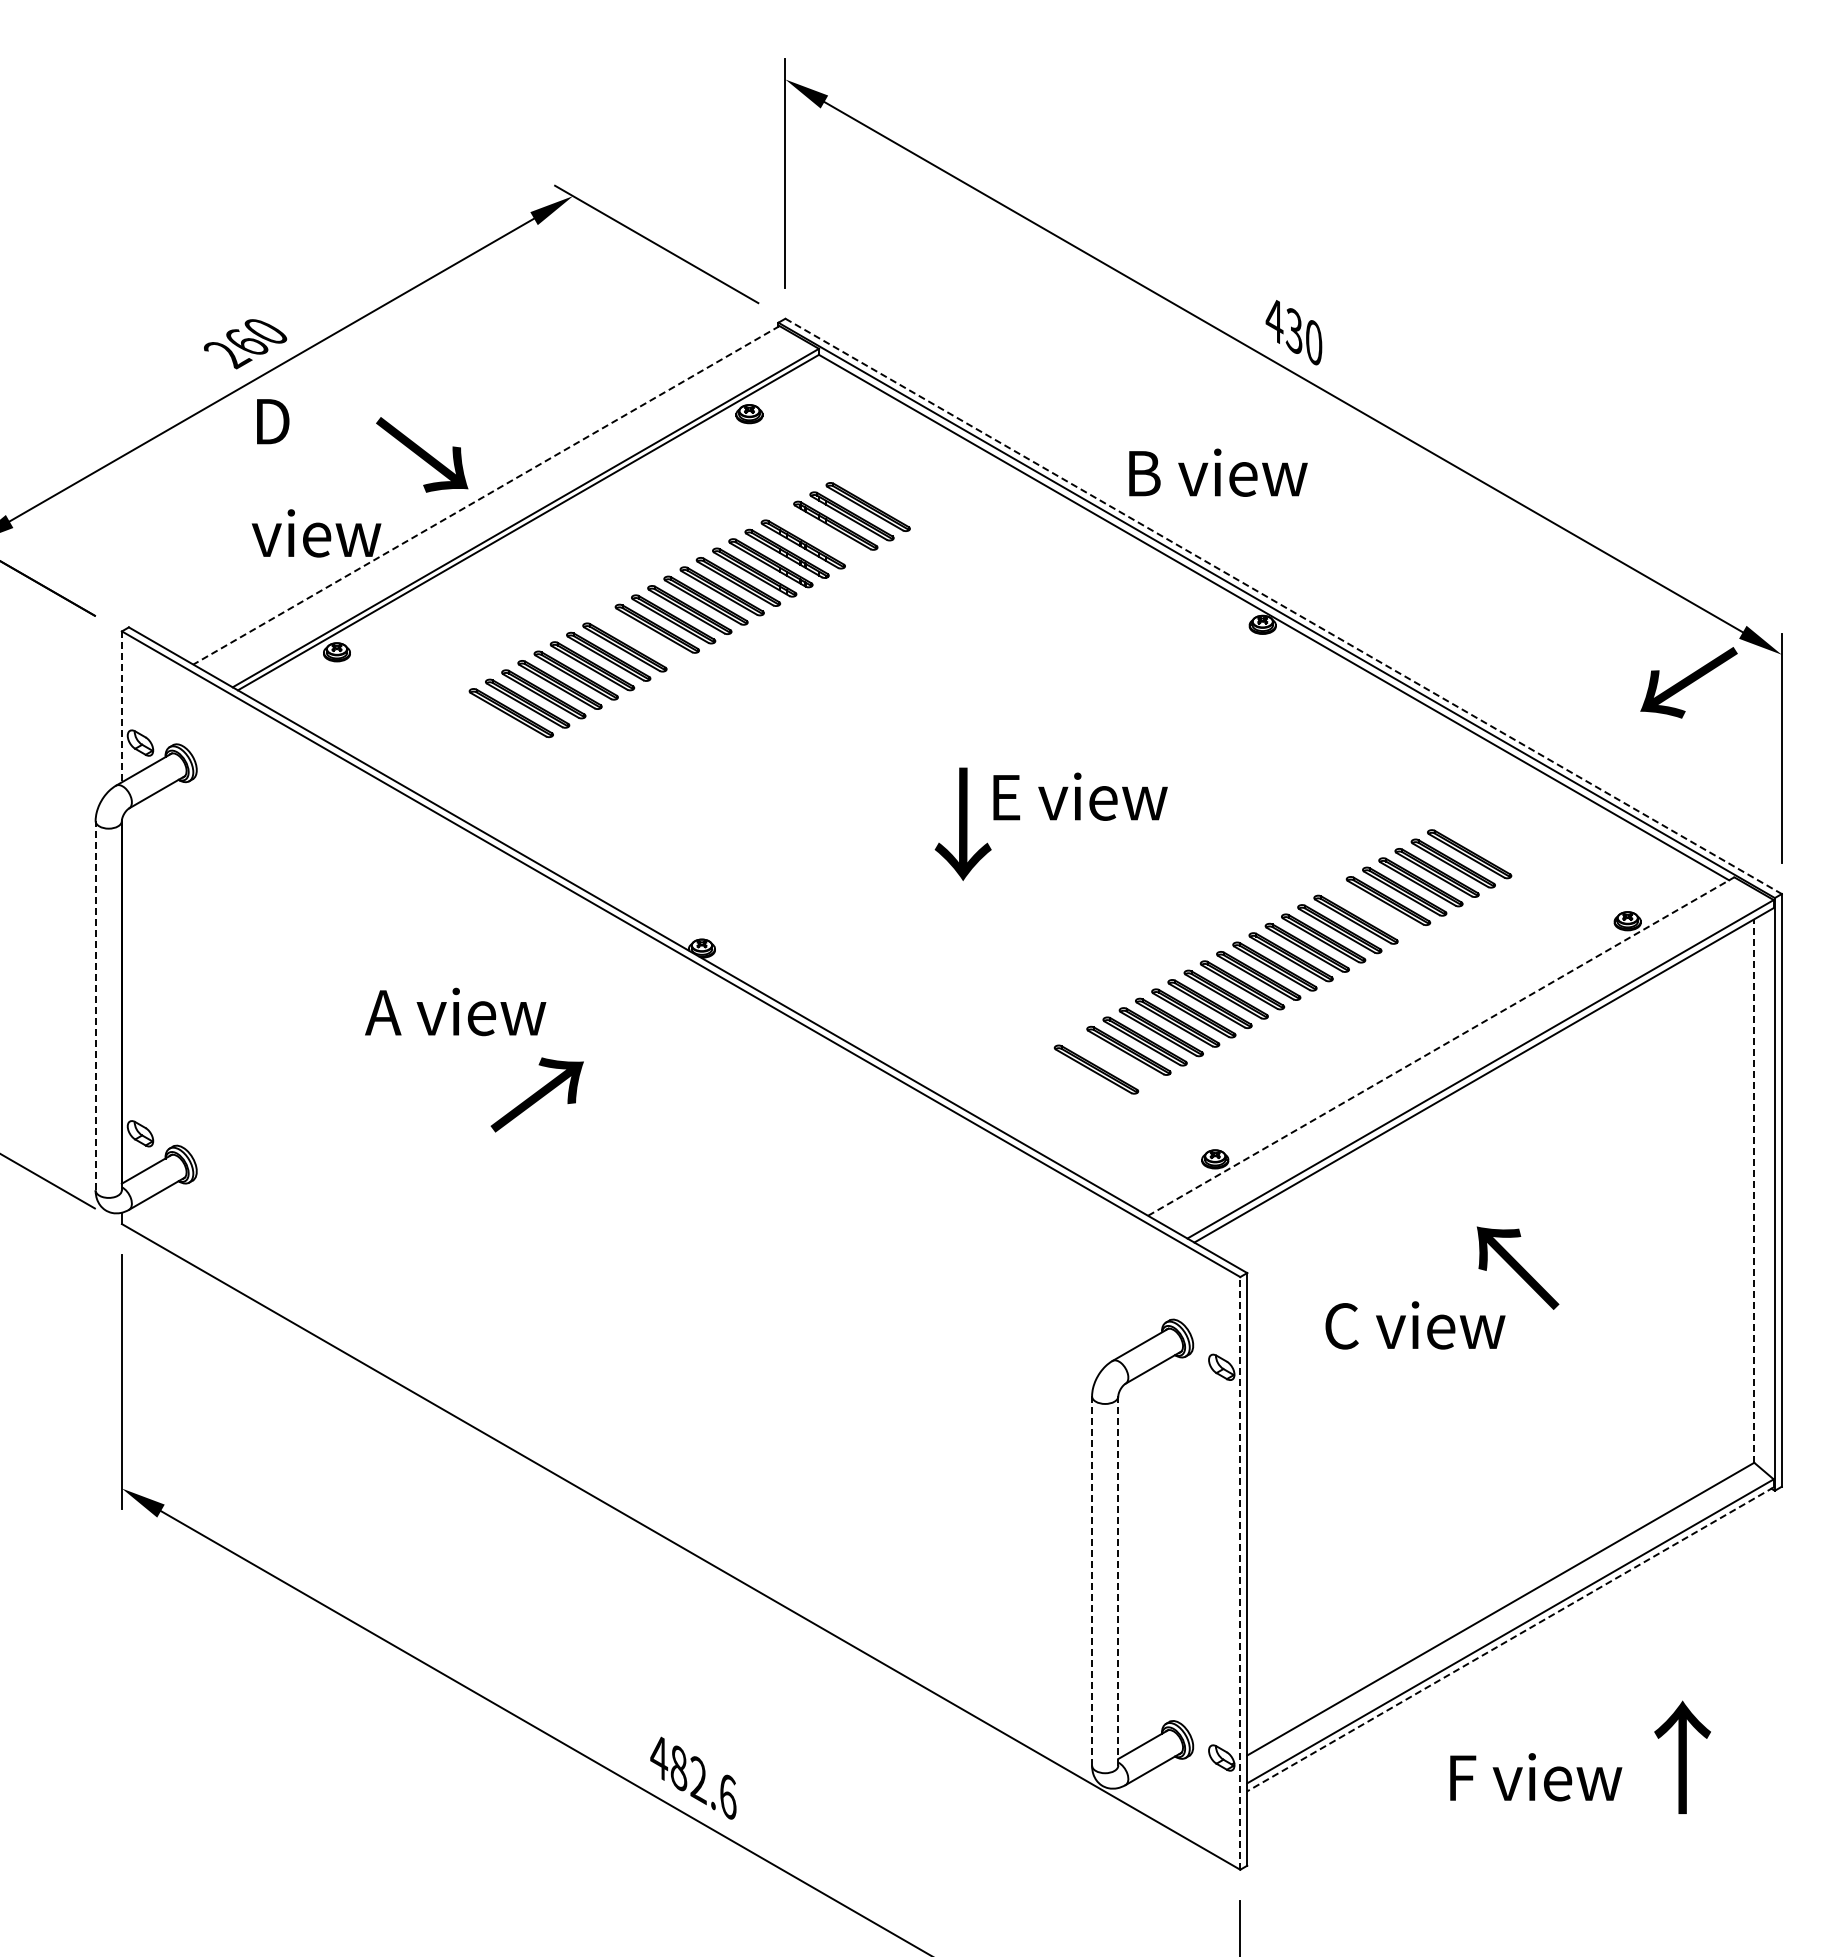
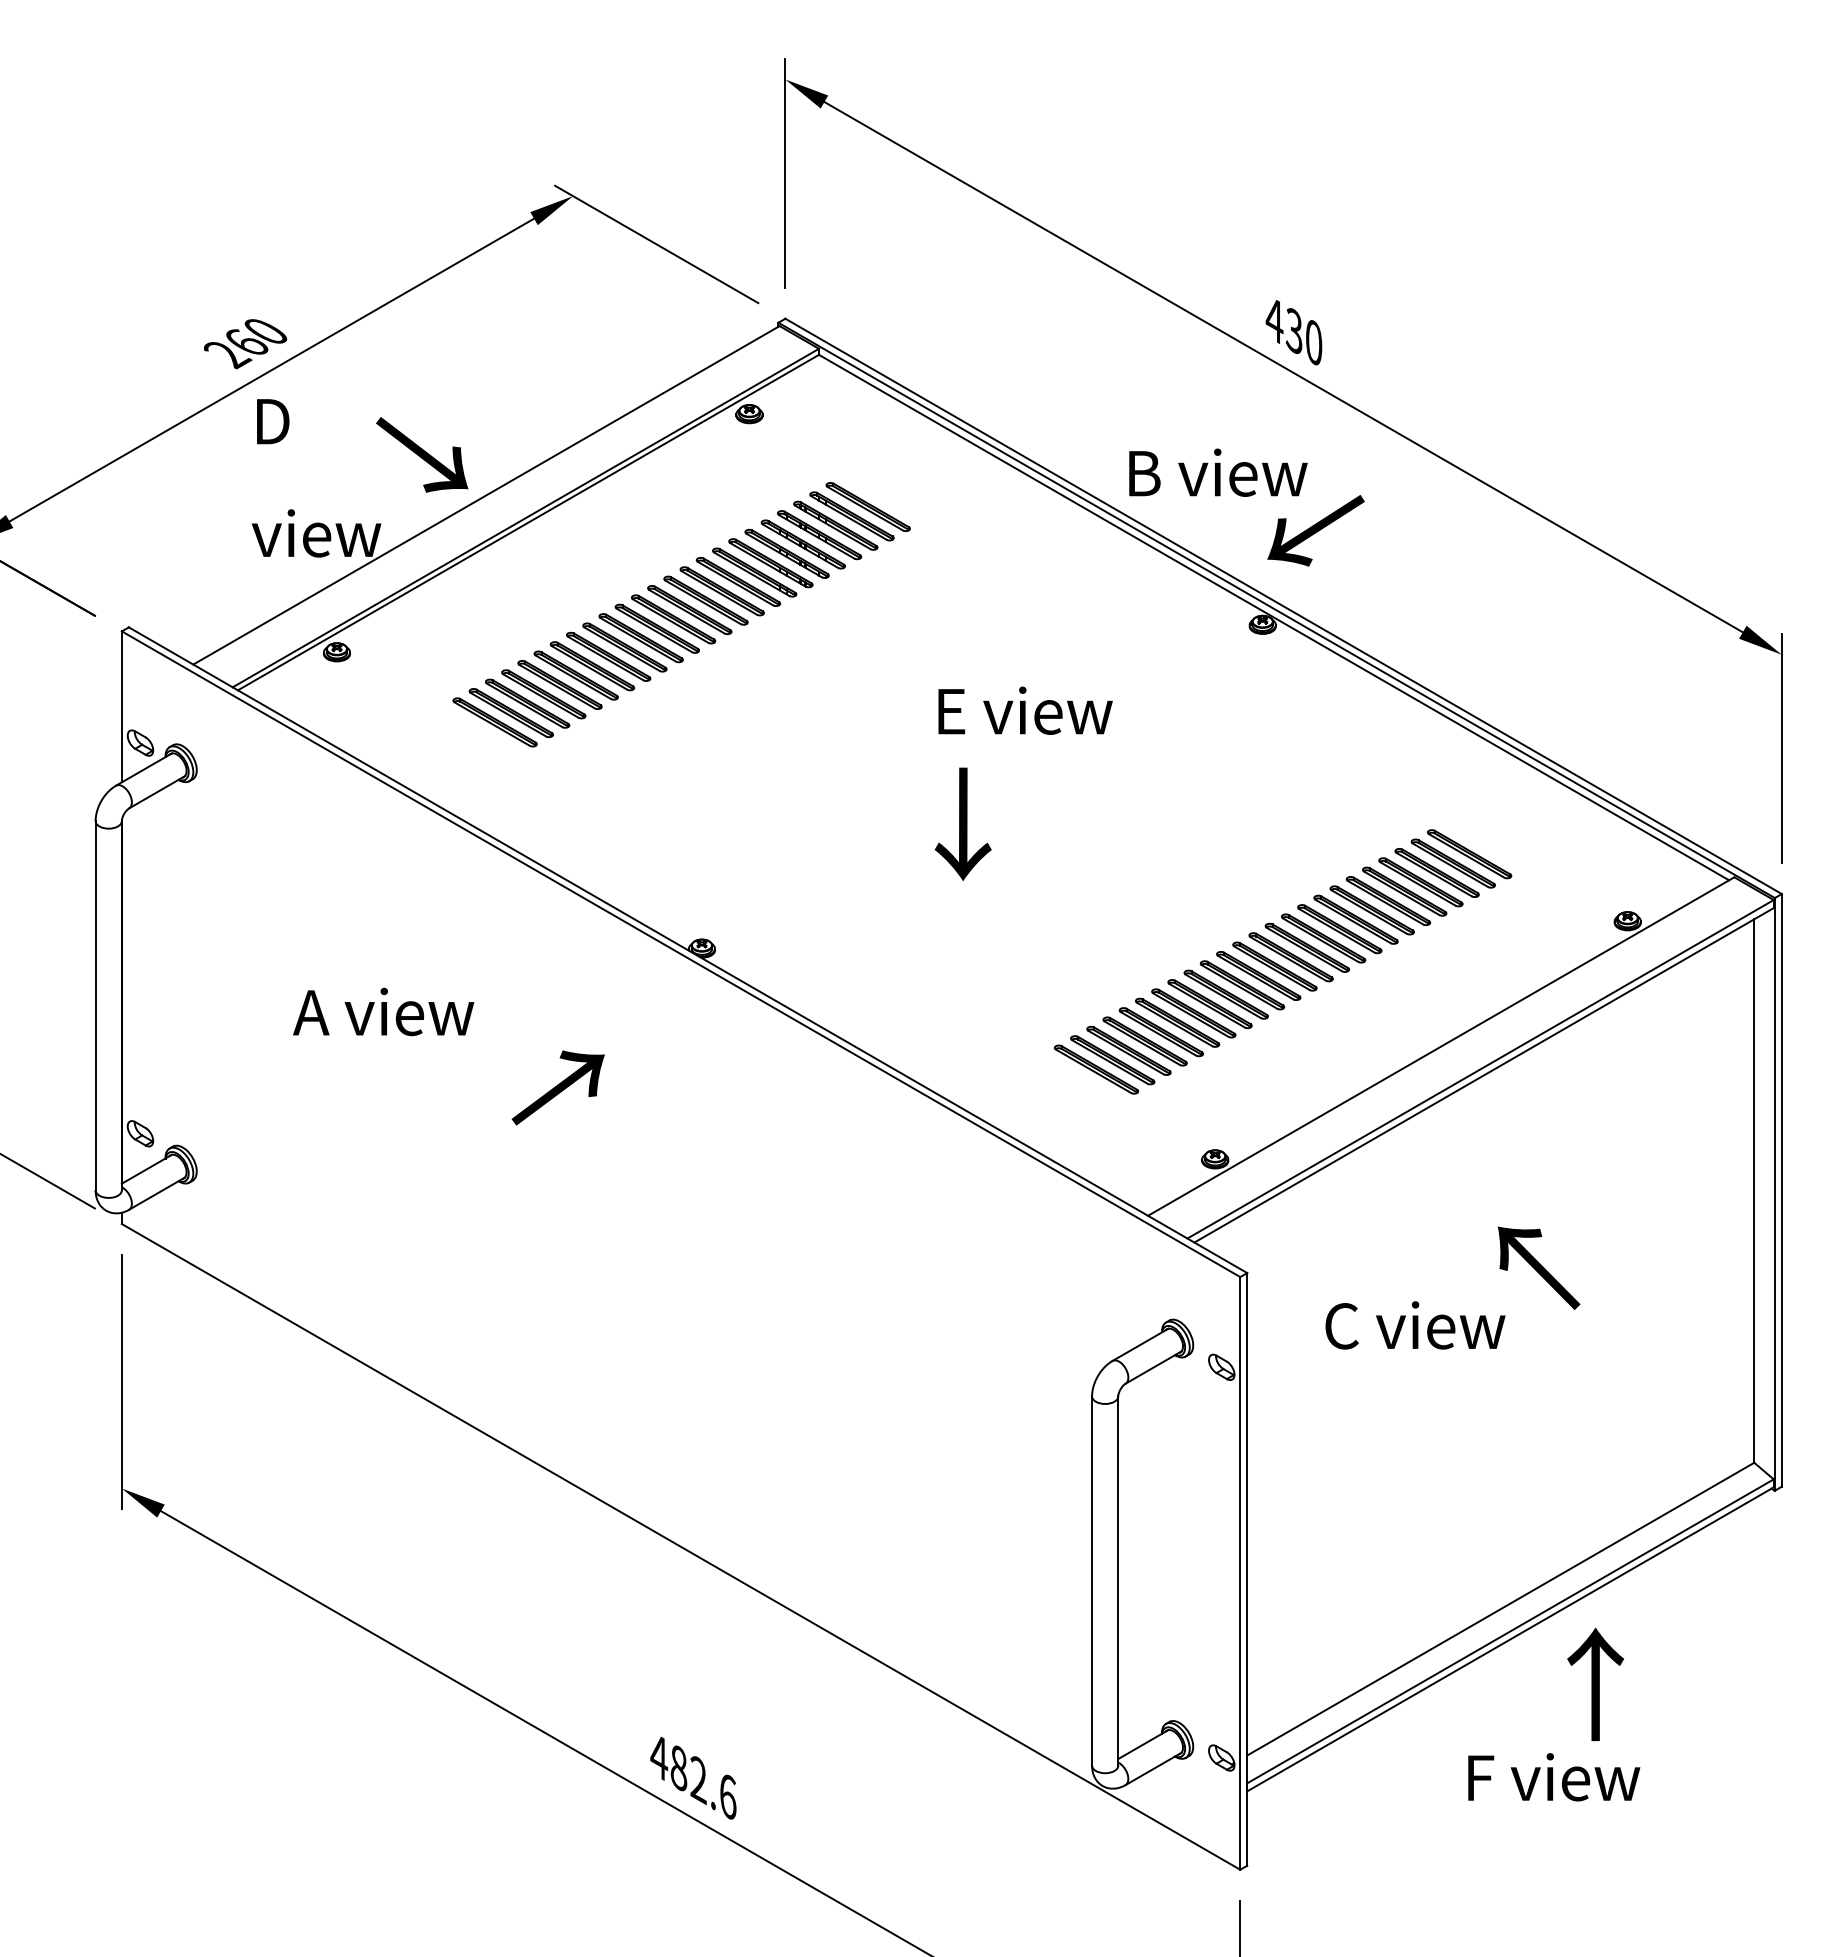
line at (486, 495): dashed -> solid
part at (819, 535): none -> present
line at (1284, 606): dashed -> solid
part at (640, 638): none -> present
text at (1688, 682) position: (1688, 682) -> (1315, 530)
line at (121, 707): dashed -> solid
part at (494, 722): none -> present
text at (1080, 796) position: (1080, 796) -> (1025, 710)
part at (1371, 910): none -> present
line at (95, 1005): dashed -> solid
text at (455, 1011) position: (455, 1011) -> (383, 1011)
line at (1441, 1046): dashed -> solid
part at (1112, 1060): none -> present
text at (536, 1094) position: (536, 1094) -> (557, 1087)
line at (1754, 1191): dashed -> solid
text at (1517, 1267) position: (1517, 1267) -> (1538, 1267)
line at (1240, 1572): dashed -> solid
line at (1092, 1581): dashed -> solid
line at (1118, 1581): dashed -> solid
line at (1510, 1639): dashed -> solid
text at (1682, 1756) position: (1682, 1756) -> (1595, 1683)
text at (1536, 1777) position: (1536, 1777) -> (1554, 1777)
